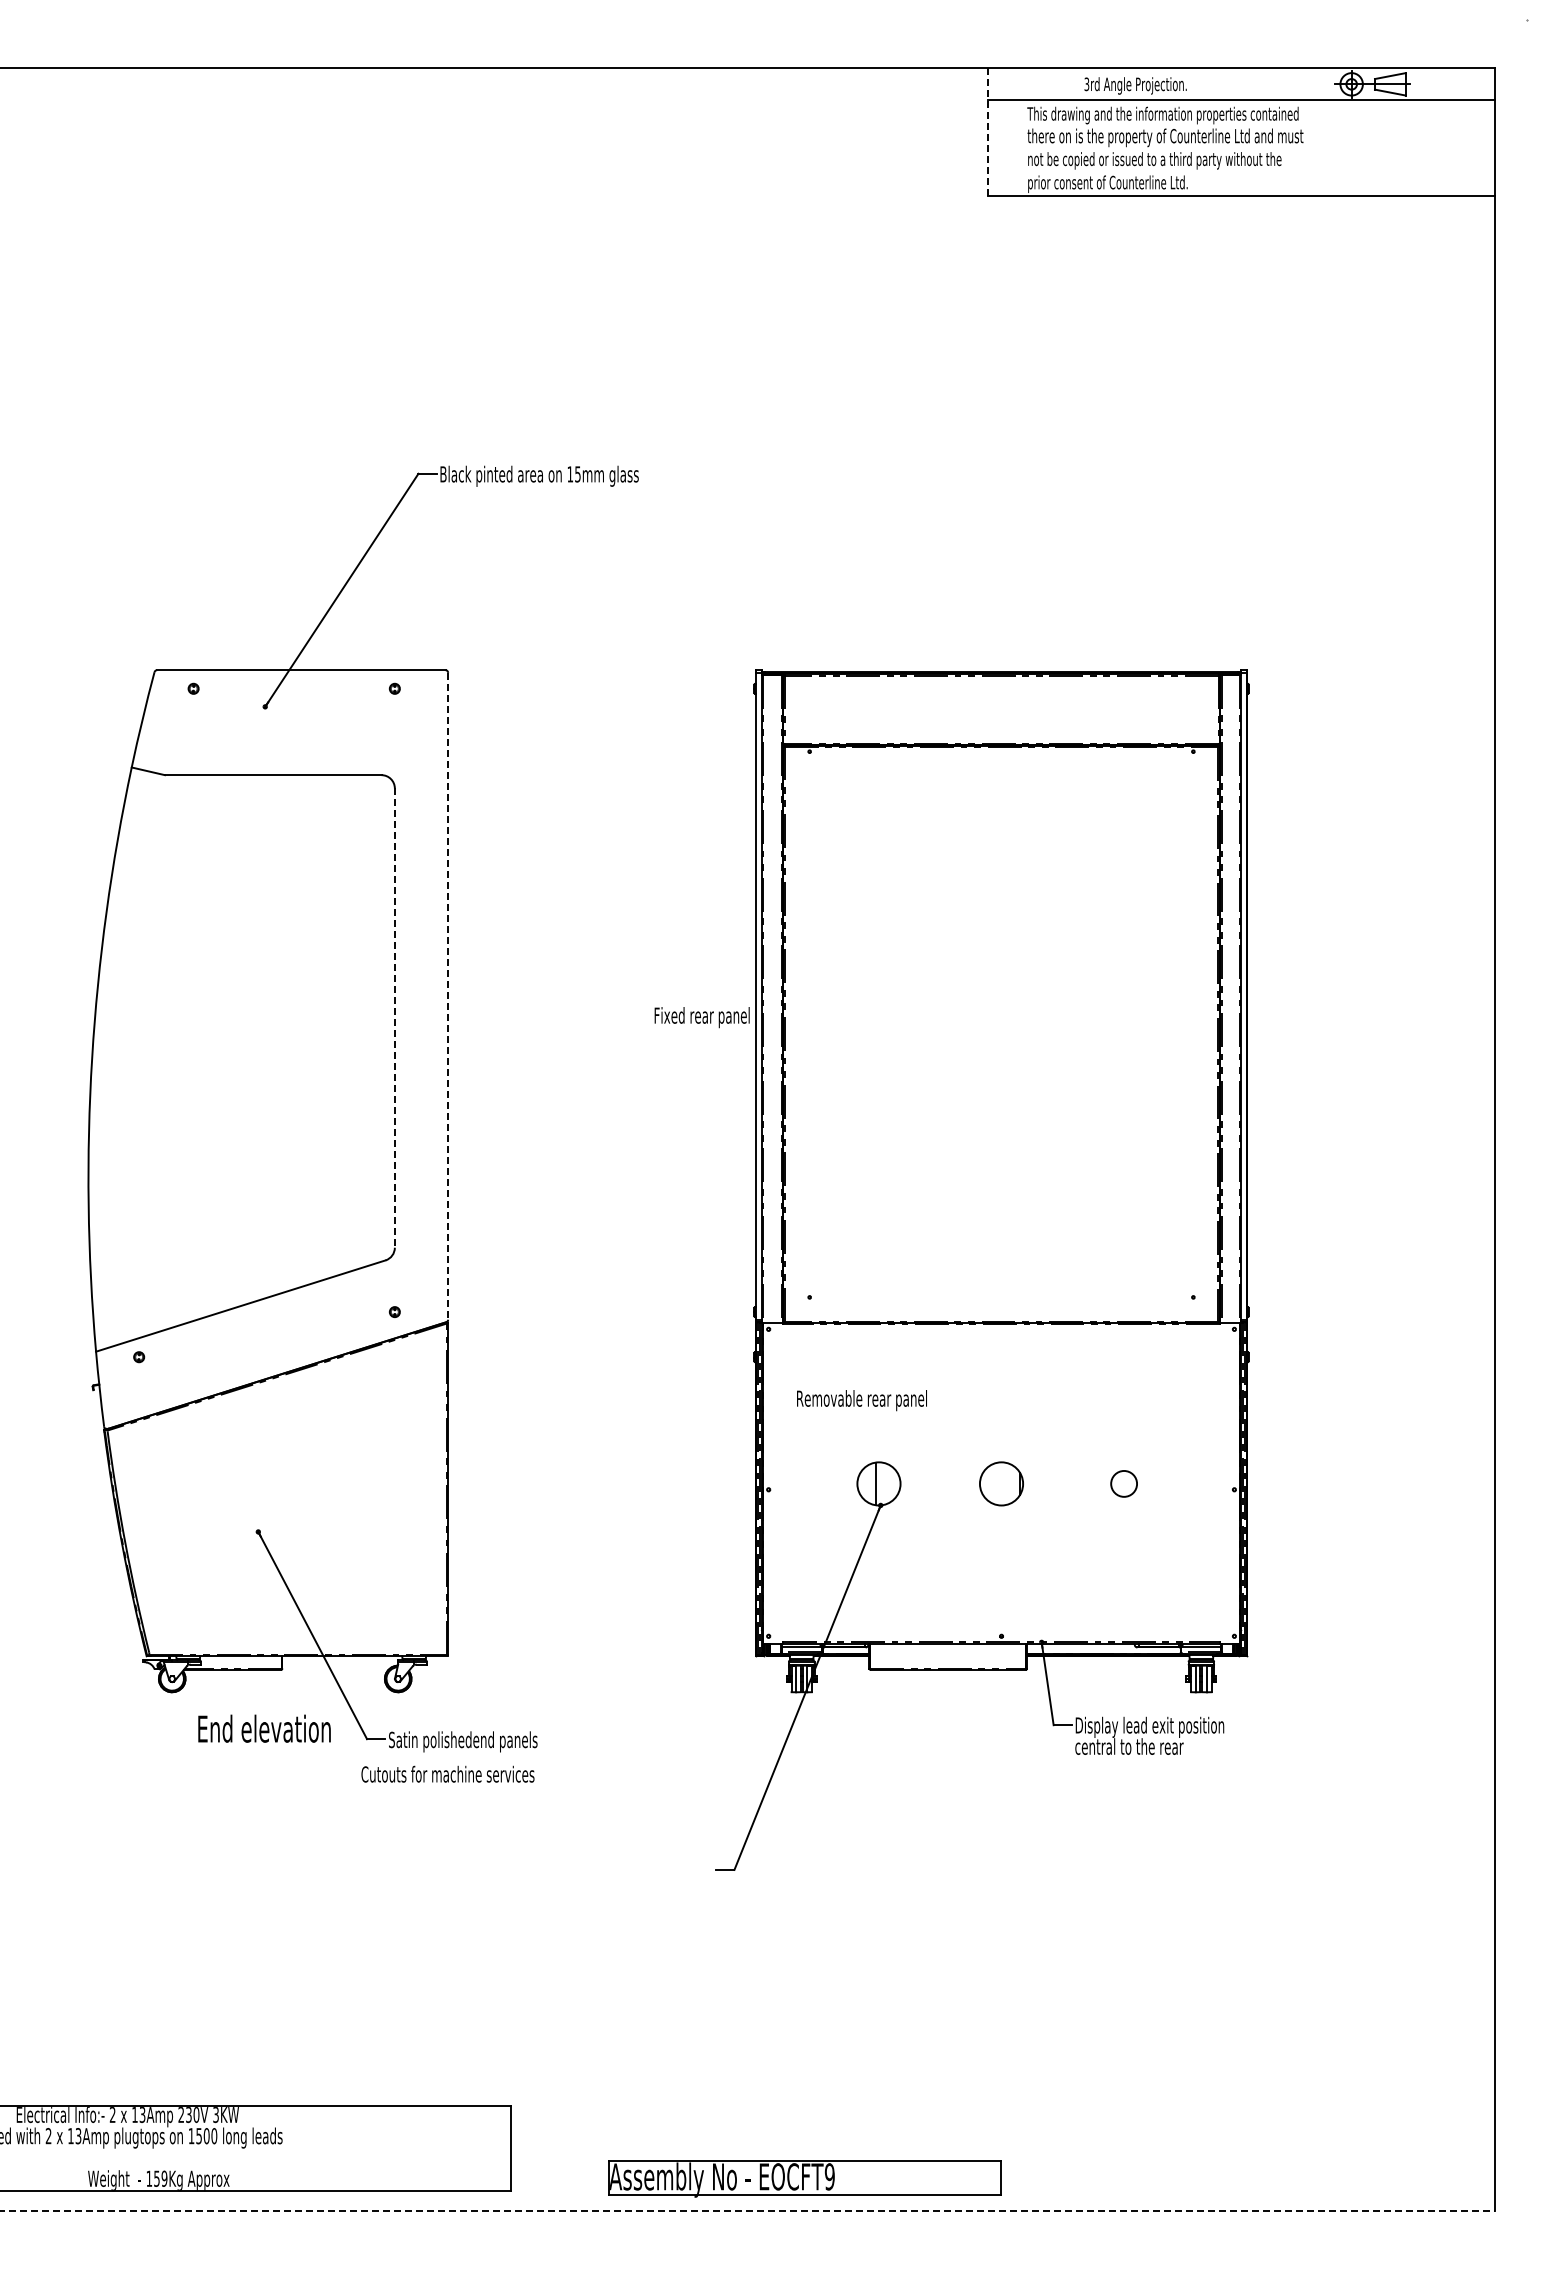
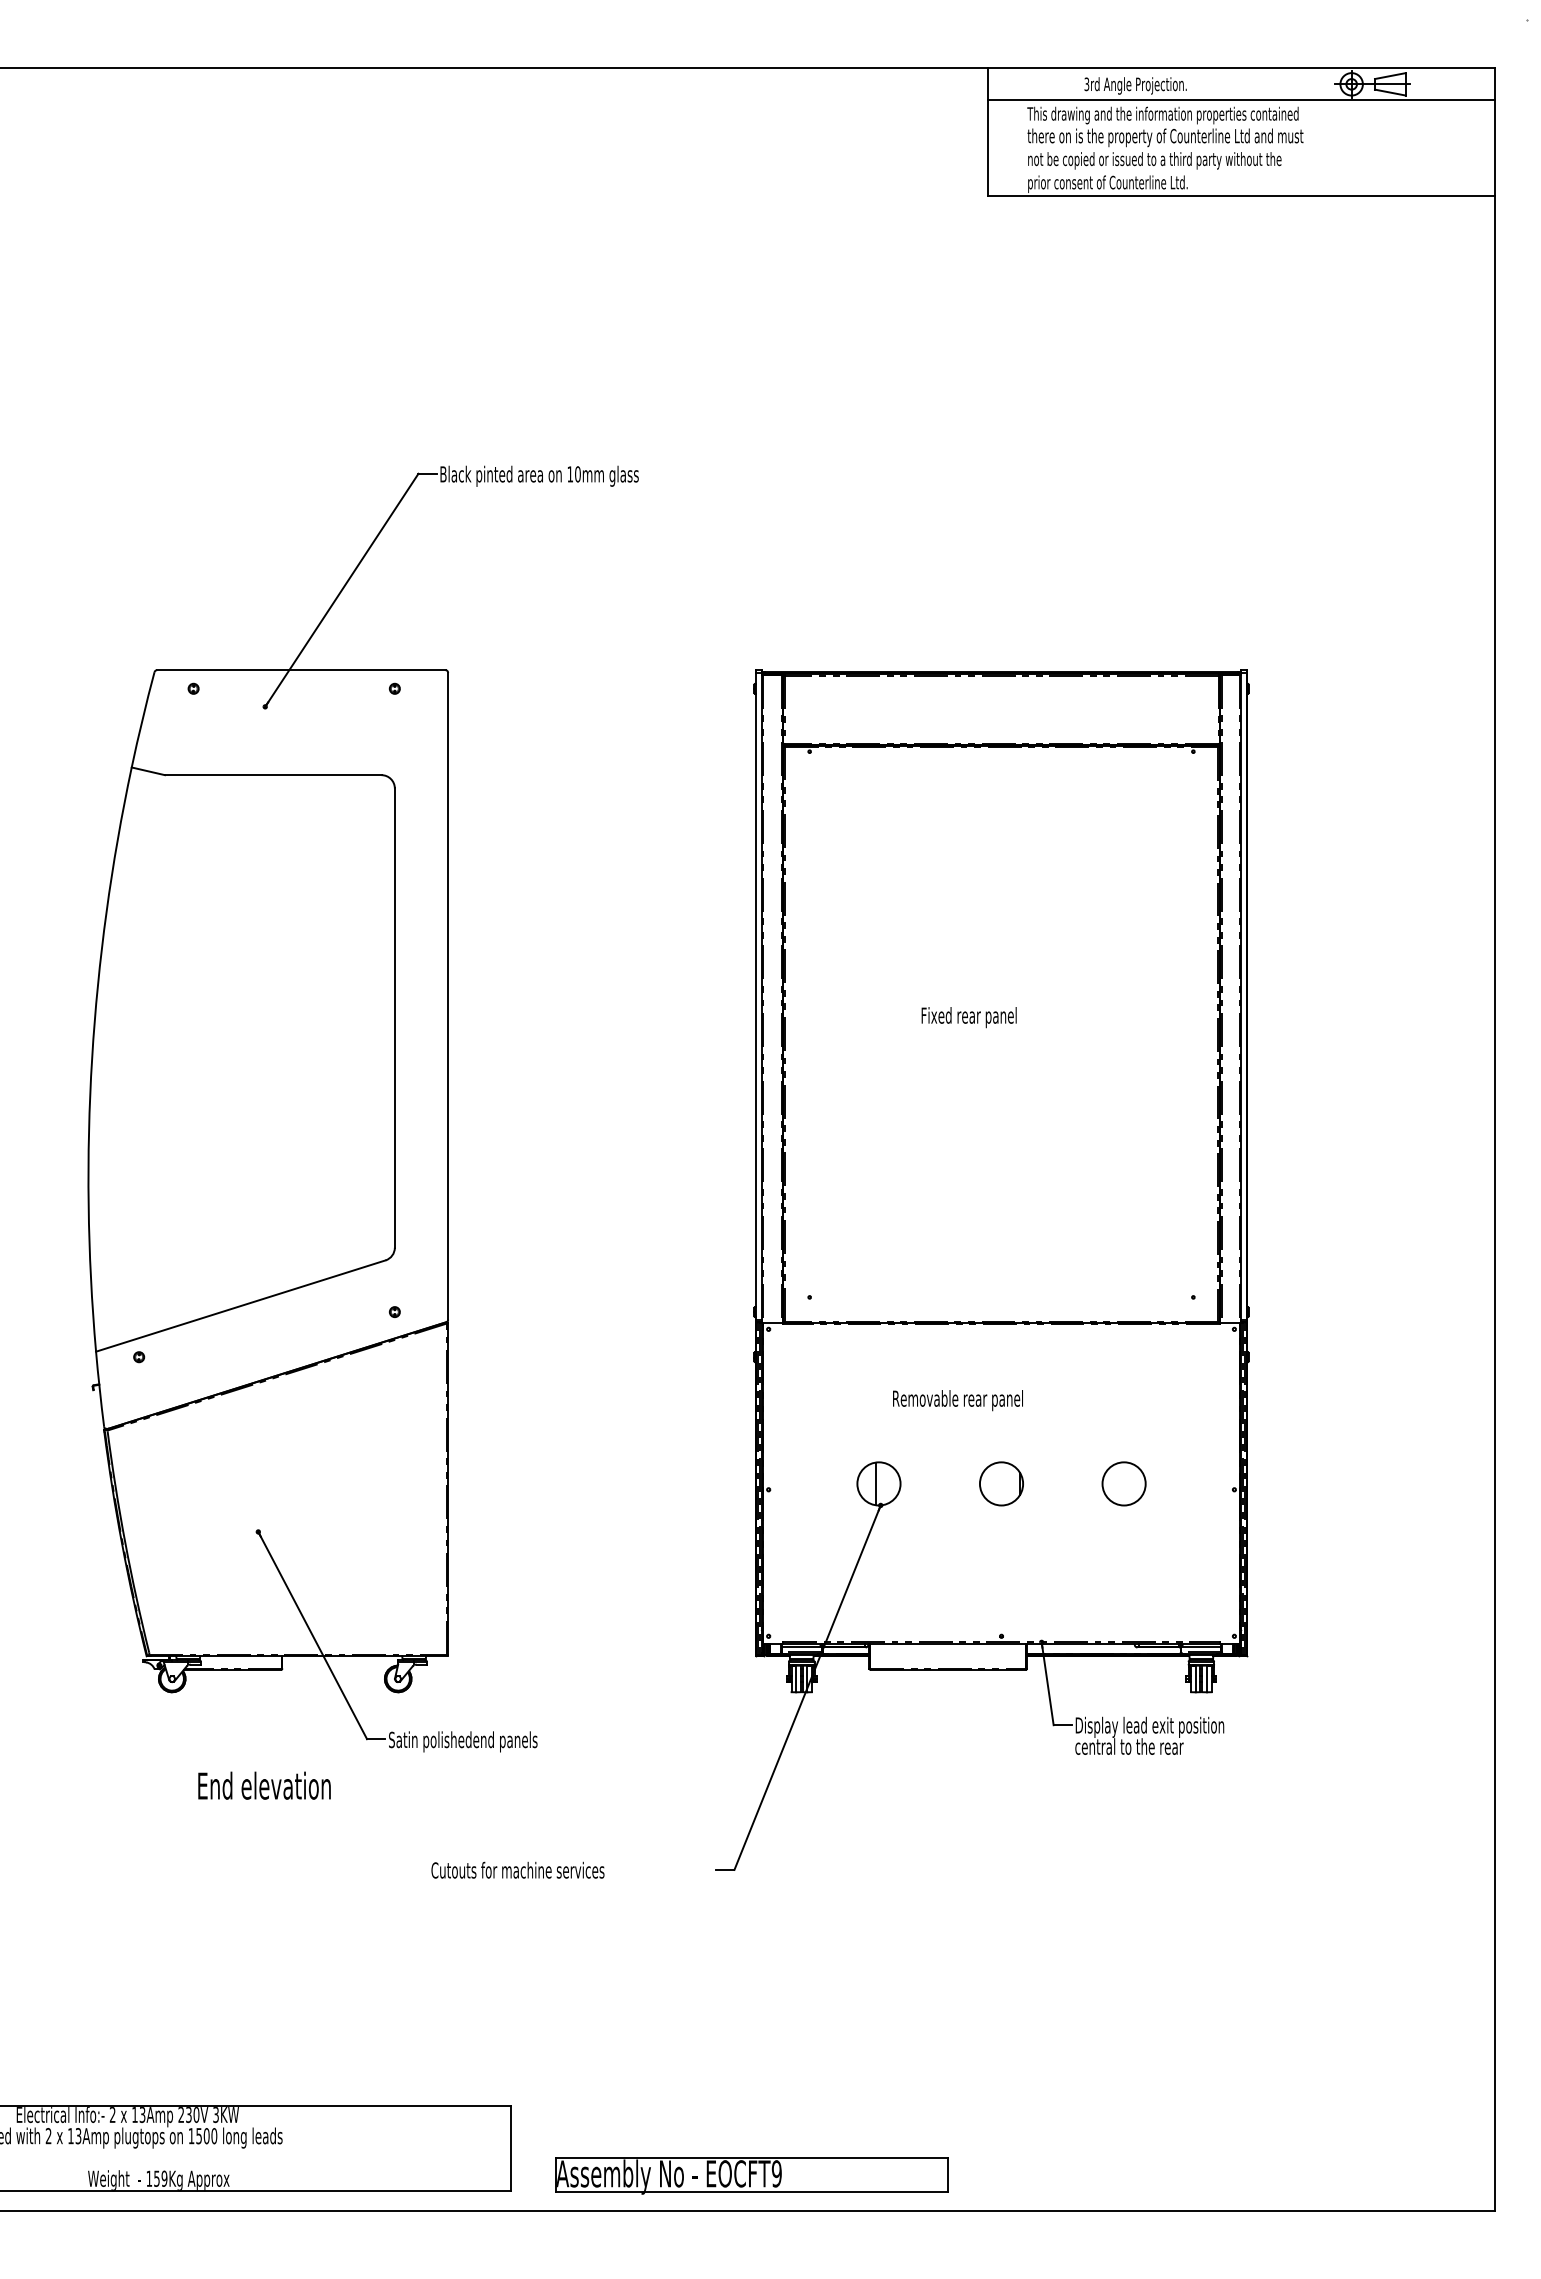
line at (988, 132): dashed -> solid
text at (577, 474): 15mm -> 10mm
line at (448, 996): dashed -> solid
text at (701, 1017) position: (701, 1017) -> (968, 1017)
line at (394, 1018): dashed -> solid
text at (861, 1400) position: (861, 1400) -> (957, 1400)
circle at (1124, 1483) diameter: 26 px -> 43 px
text at (264, 1728) position: (264, 1728) -> (264, 1785)
text at (447, 1773) position: (447, 1773) -> (517, 1869)
part at (804, 2178) position: (804, 2178) -> (751, 2175)
line at (747, 2210): dashed -> solid
